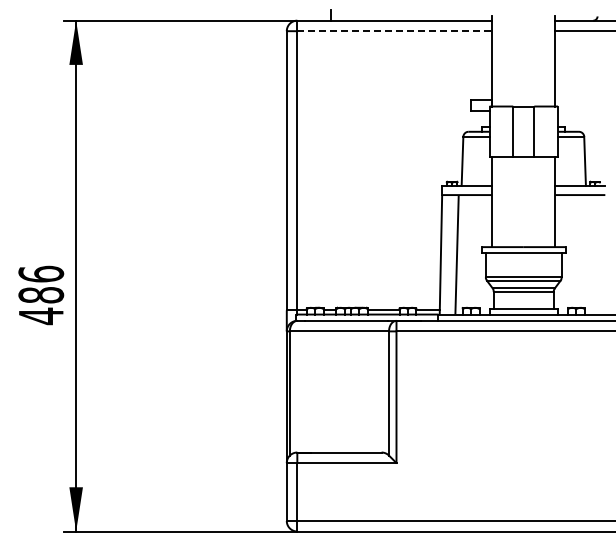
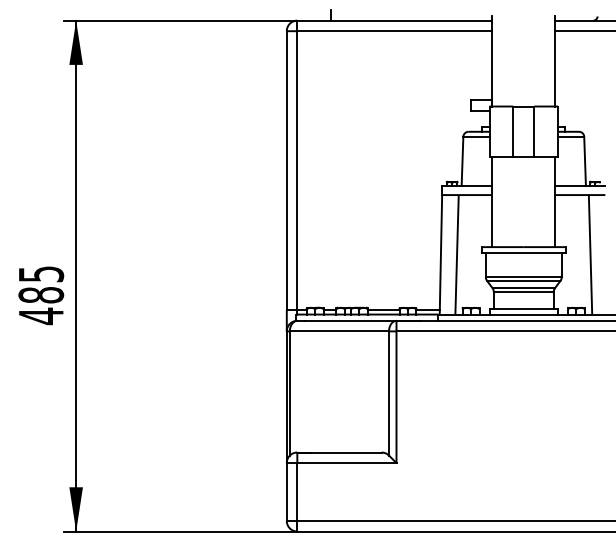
line at (395, 31): dashed -> solid
line at (590, 254): none -> present
text at (41, 273): 486 -> 485
